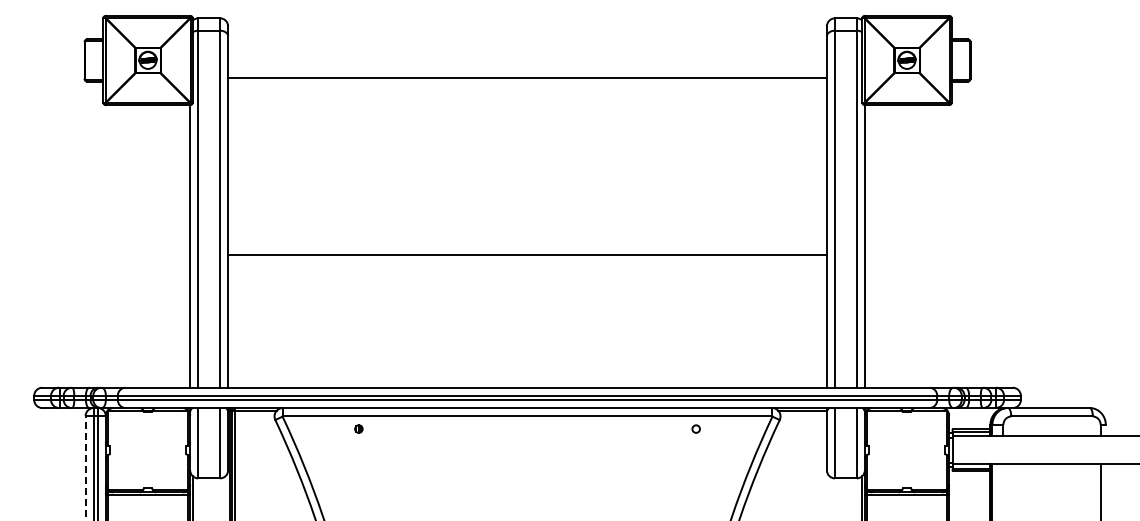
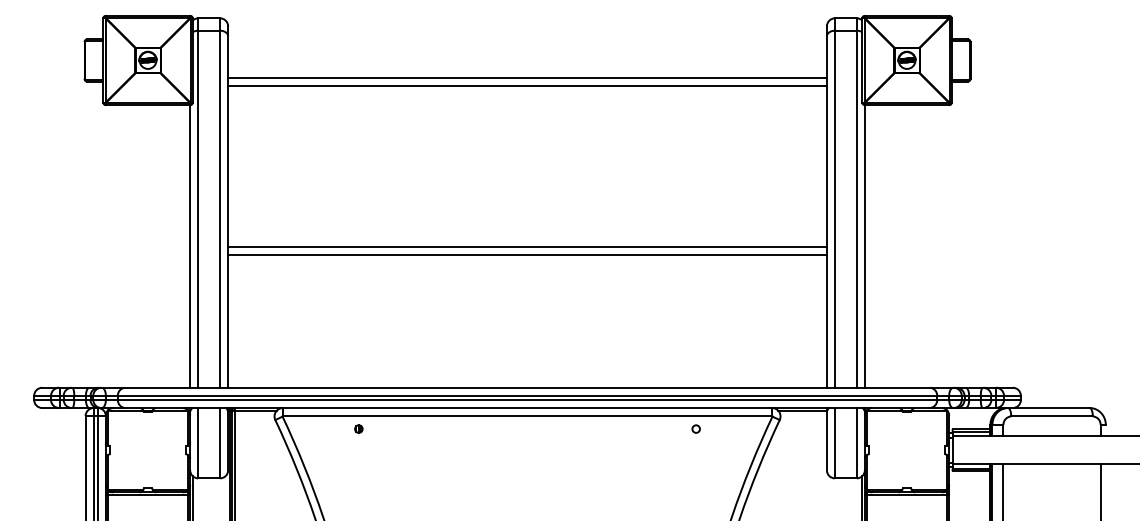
line at (527, 86): none -> present
line at (527, 246): none -> present
line at (85, 467): dashed -> solid
line at (1003, 490): none -> present
